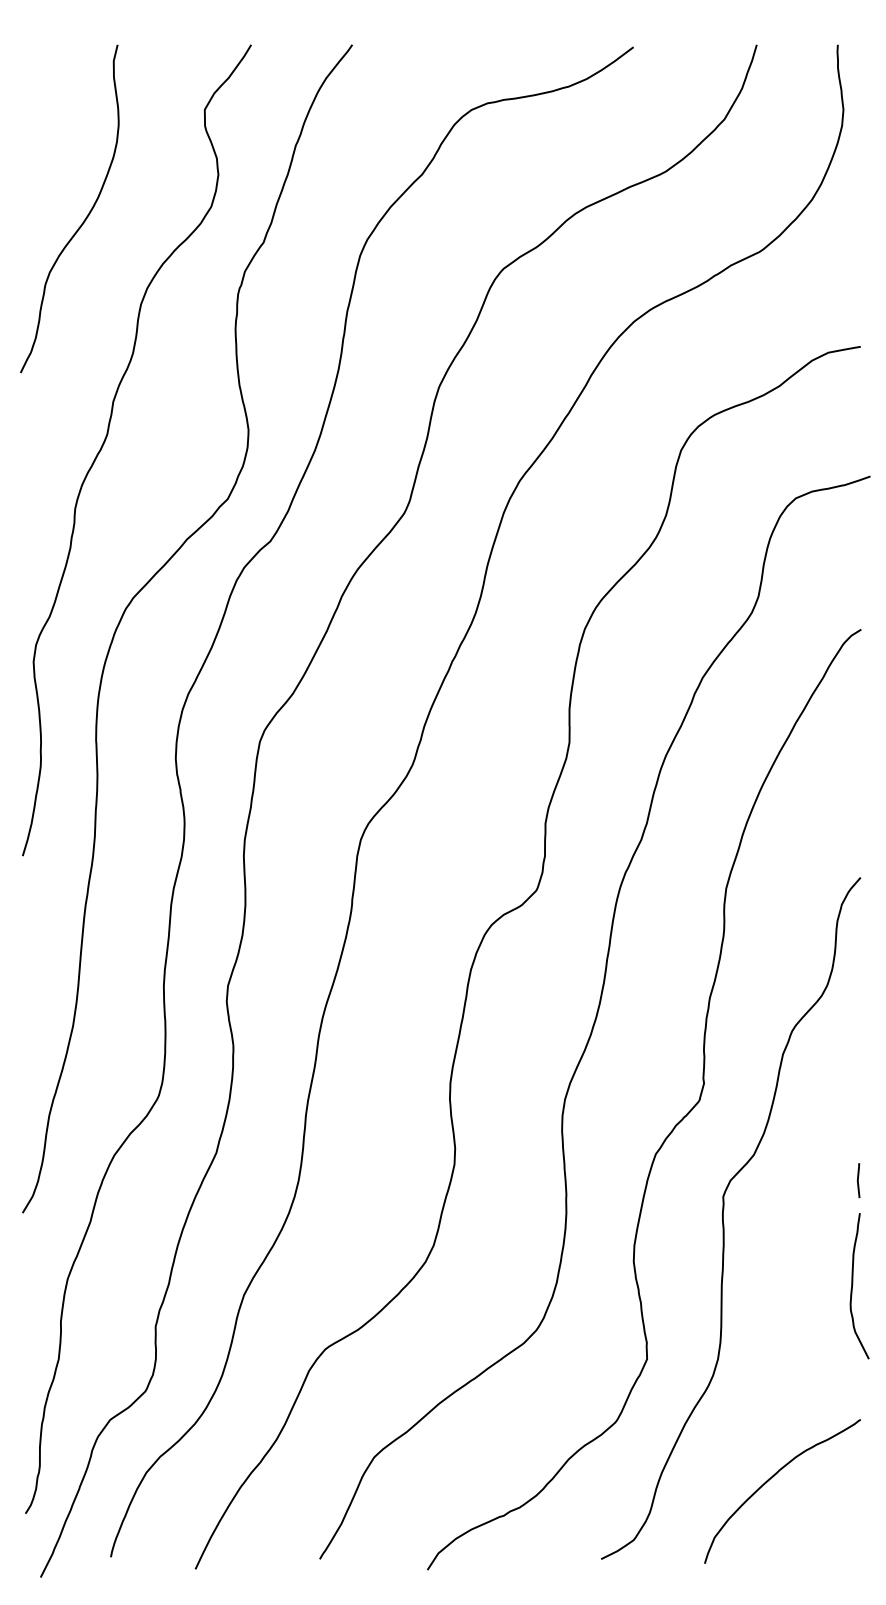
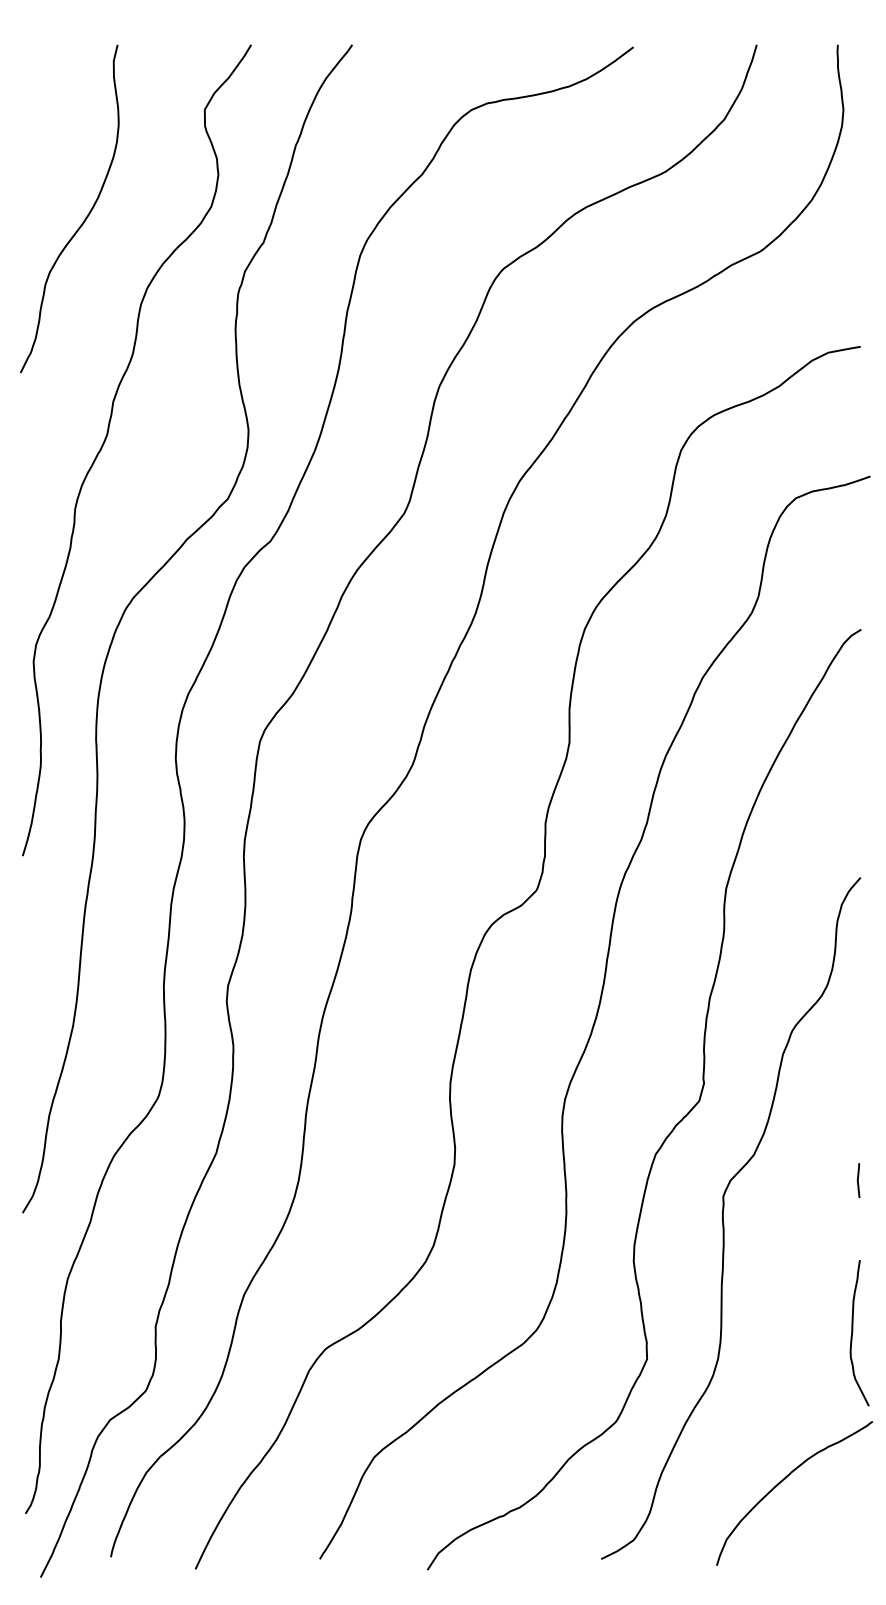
curve at (853, 1285) position: (853, 1285) -> (853, 1332)
curve at (772, 1478) position: (772, 1478) -> (784, 1480)
